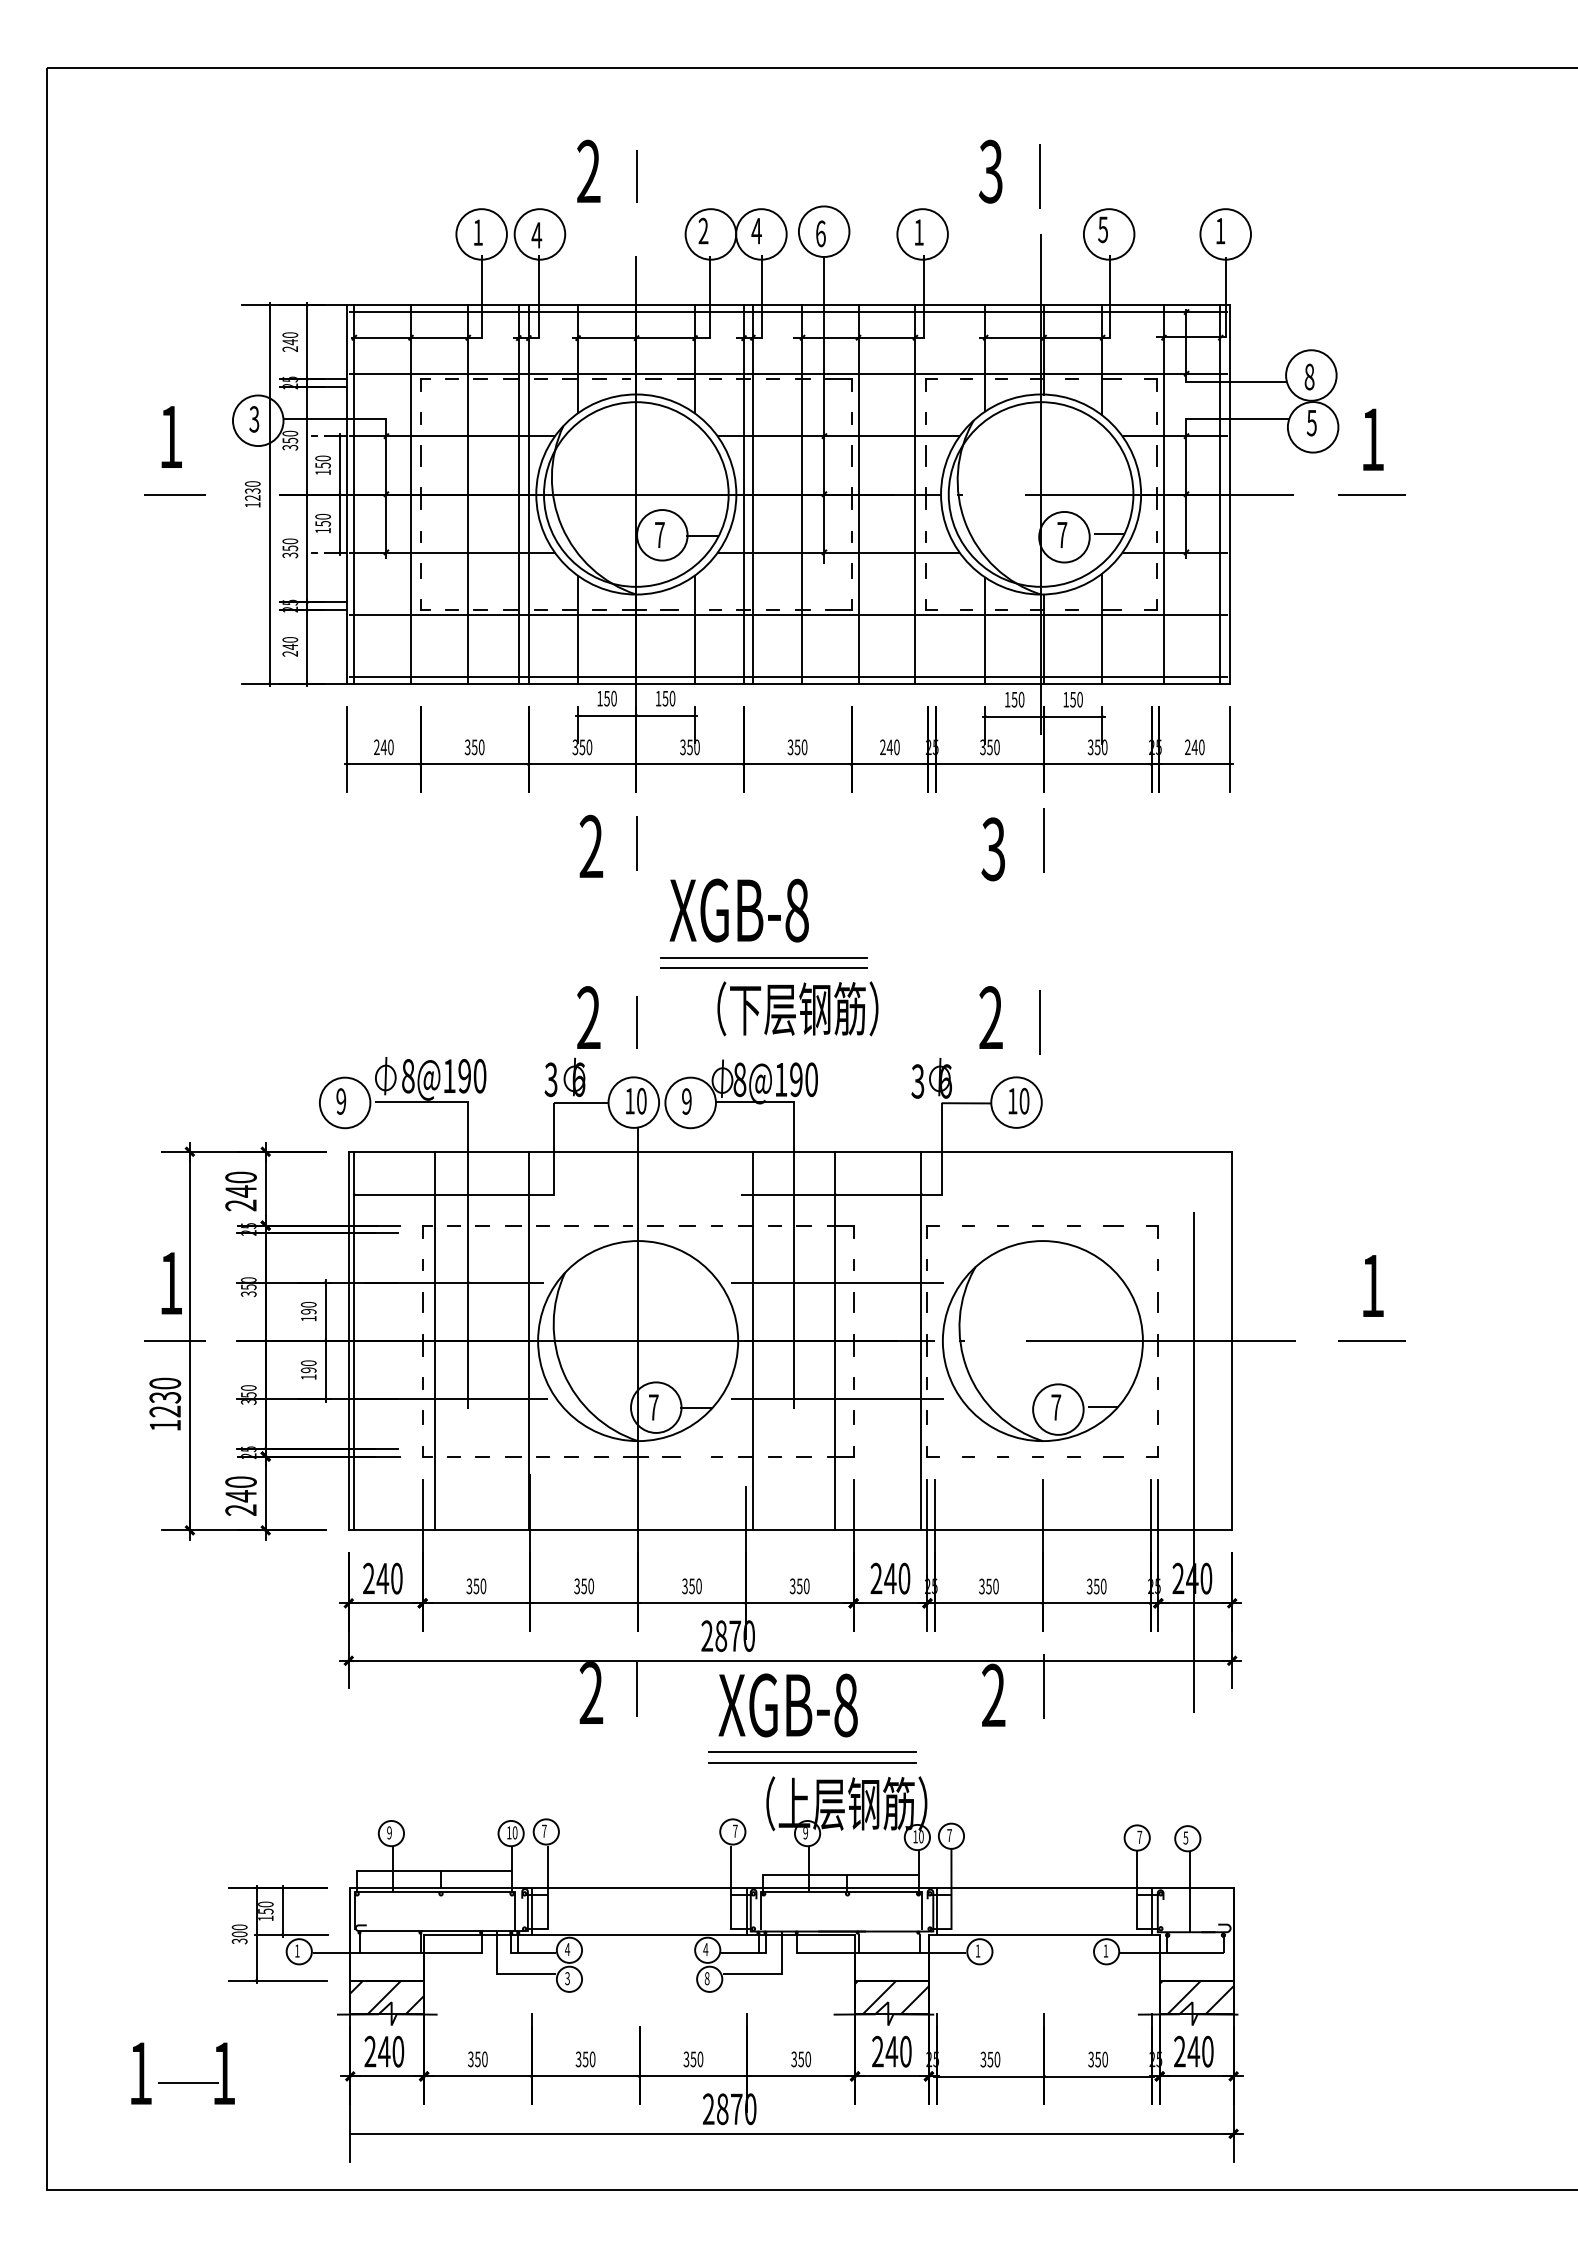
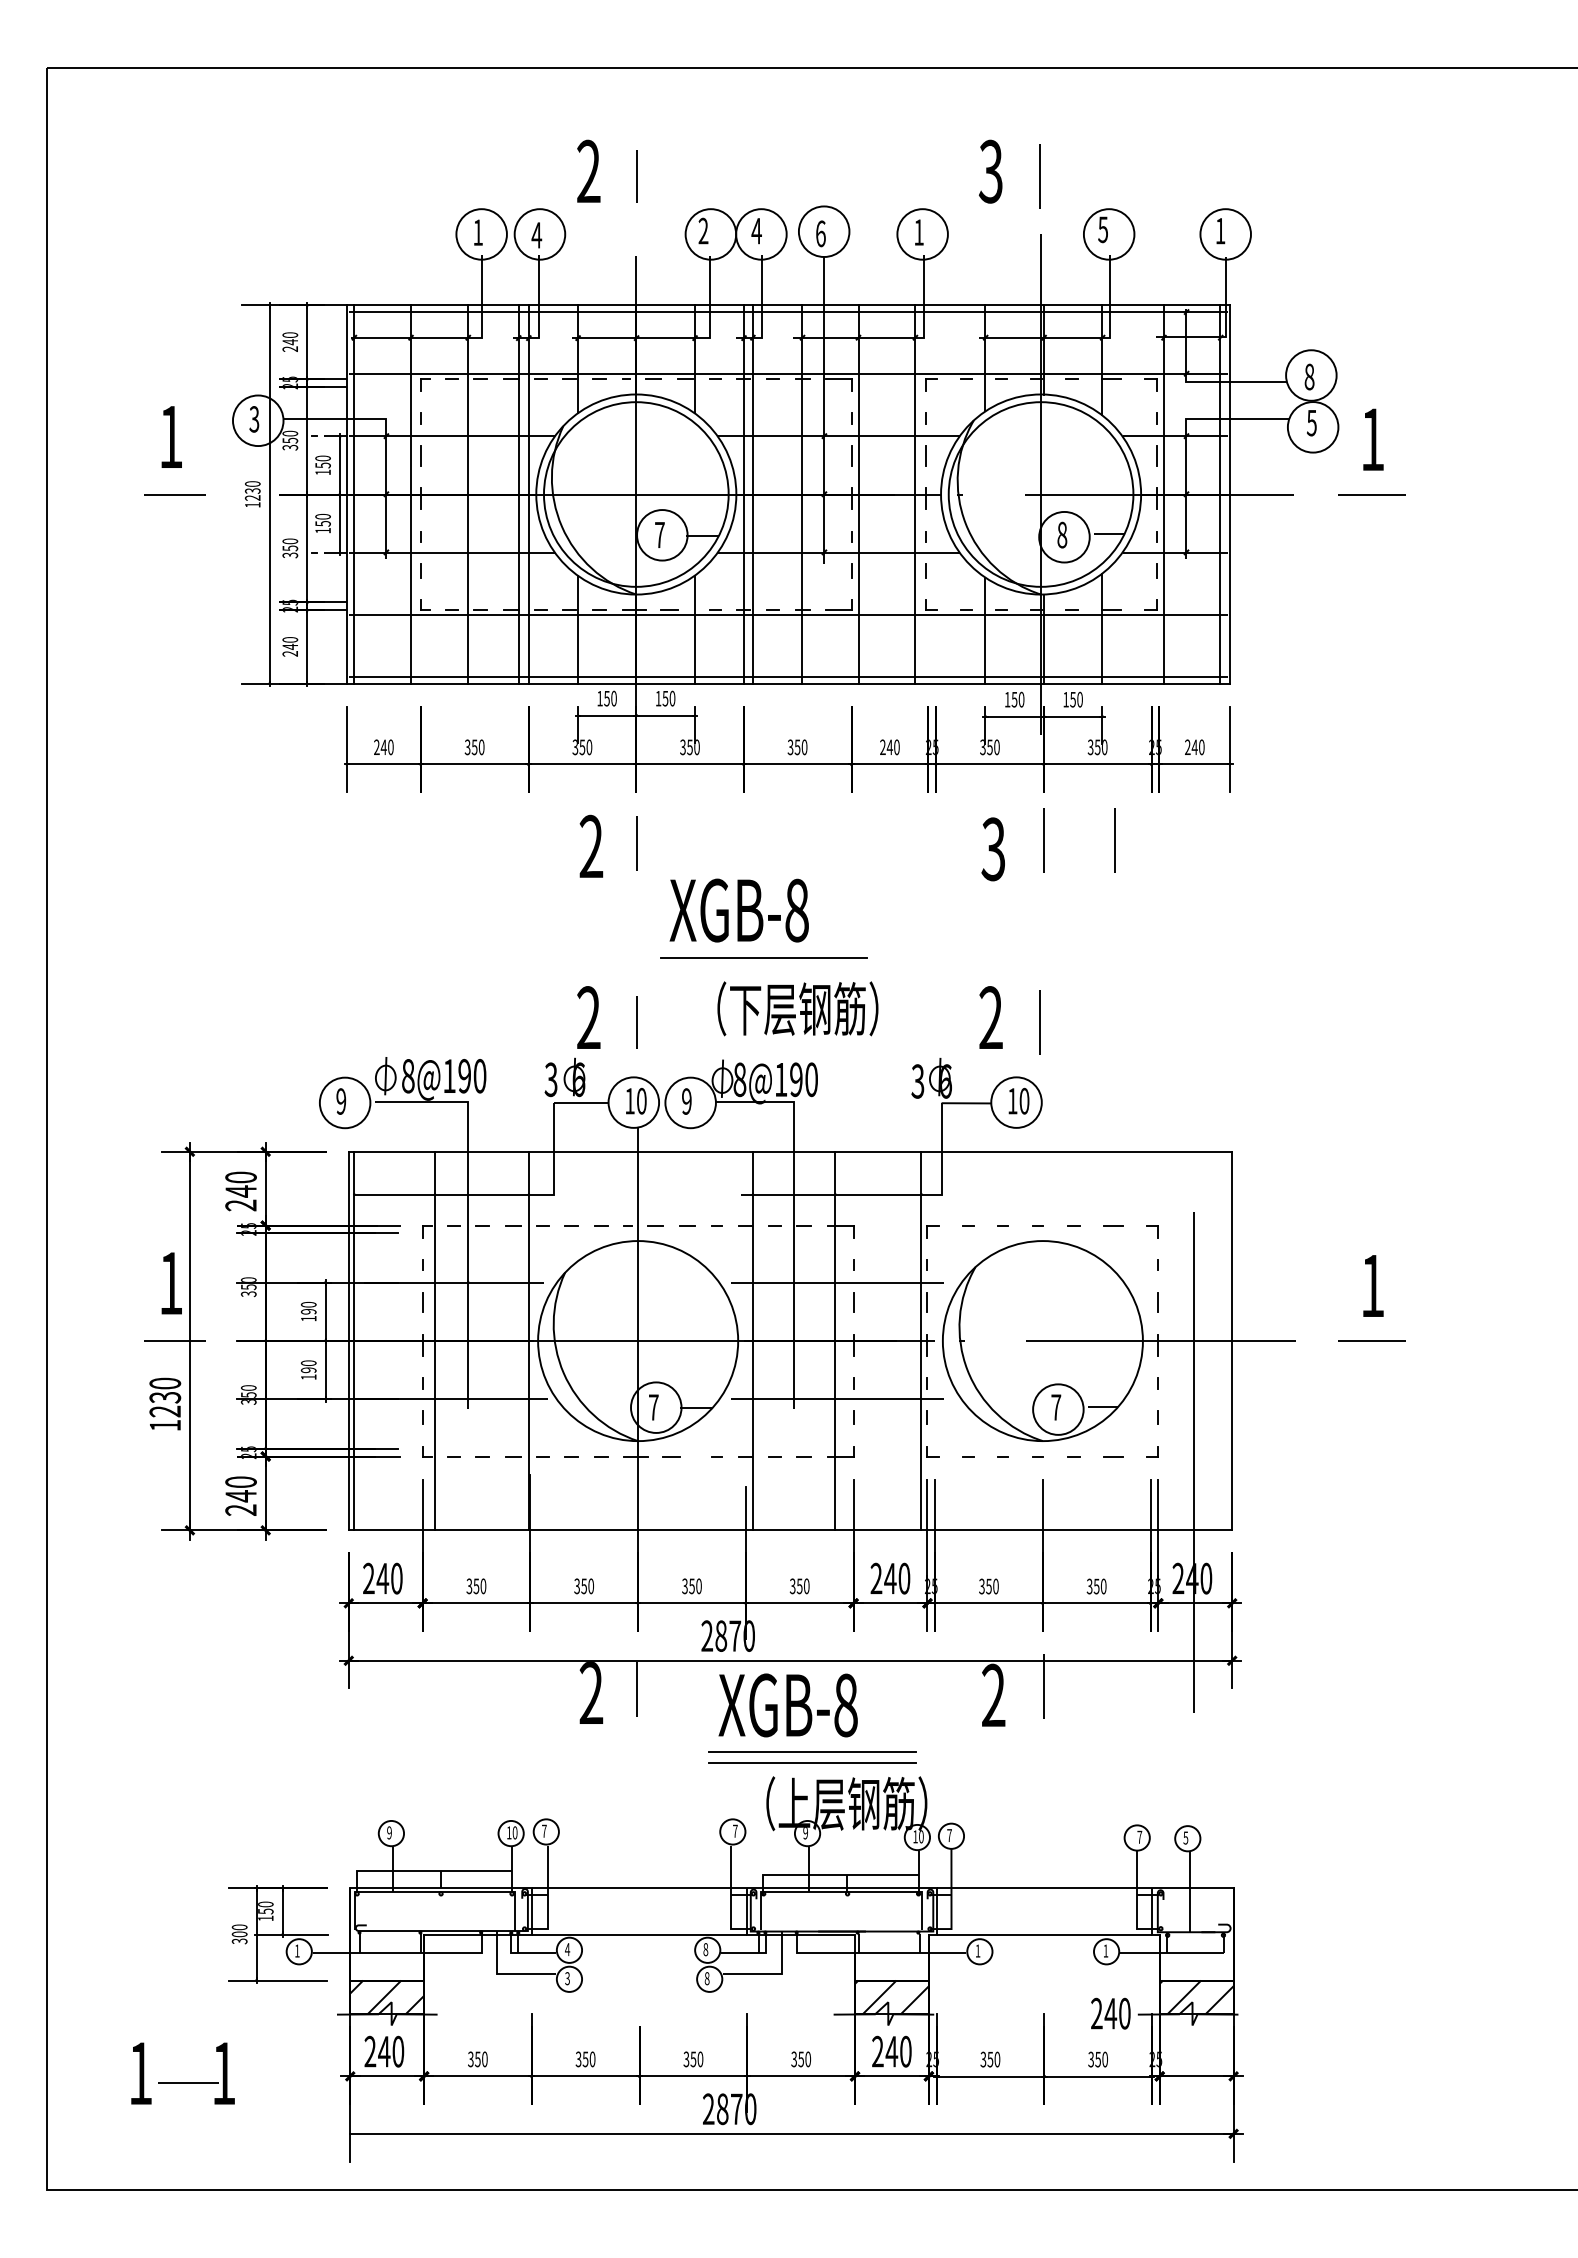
text at (1062, 534): 7 -> 8
line at (1114, 840): none -> present
line at (763, 968): present -> none
text at (705, 1949): 4 -> 8
text at (1193, 2051) position: (1193, 2051) -> (1110, 2013)
